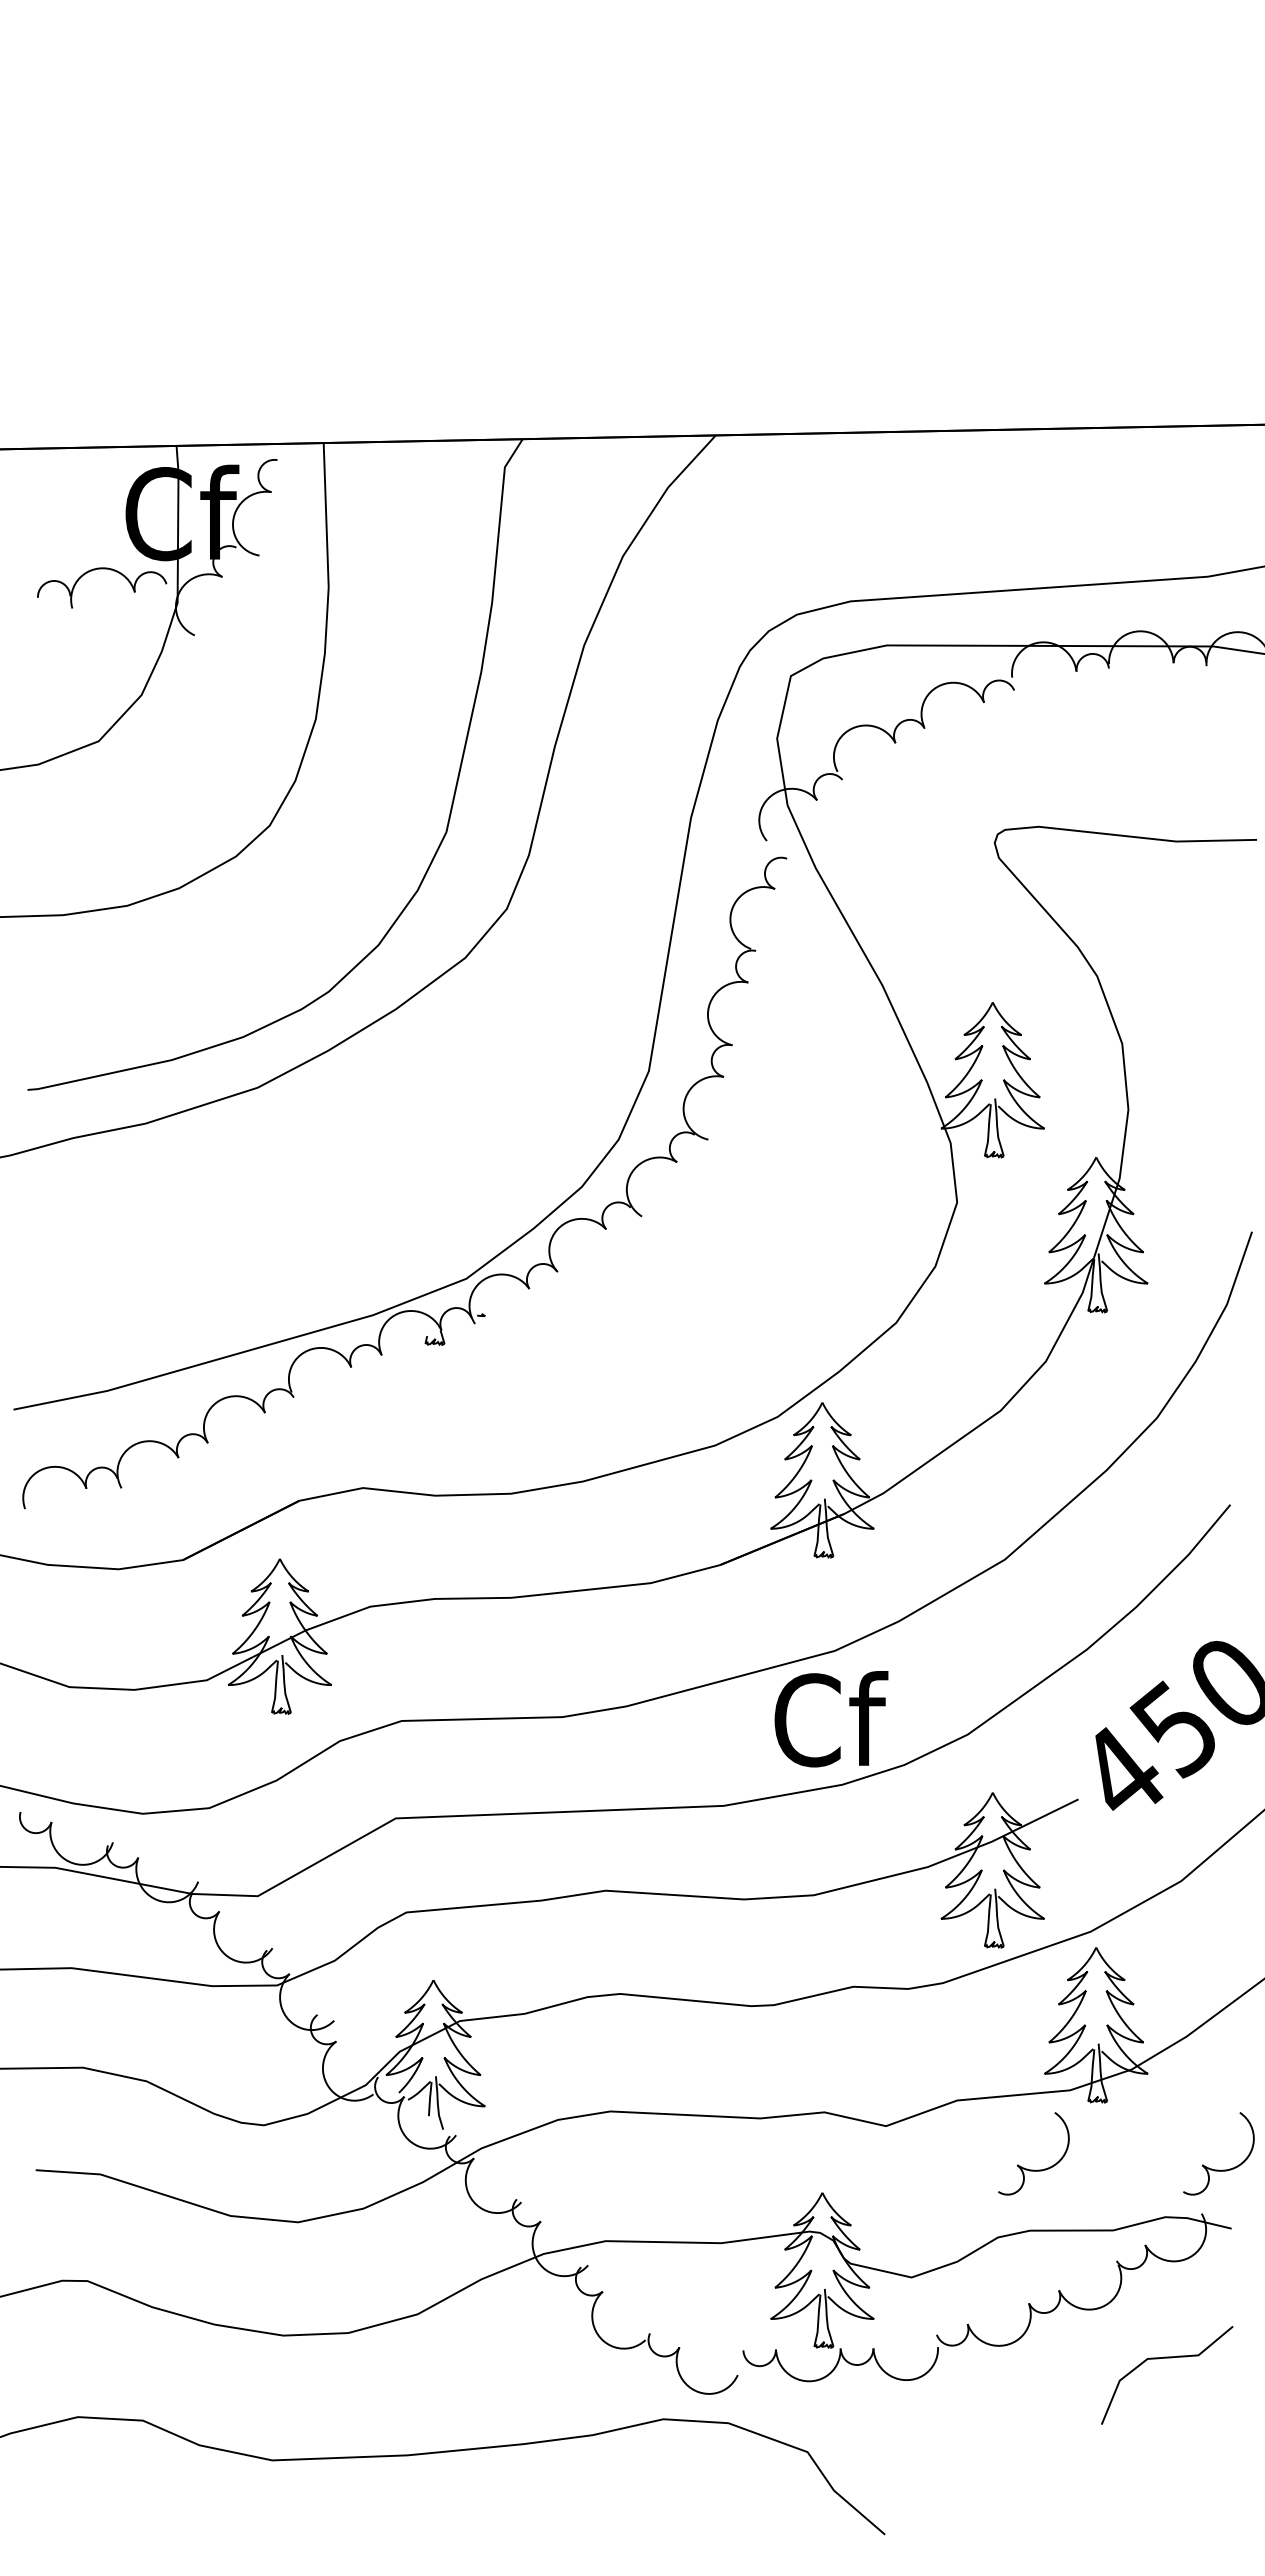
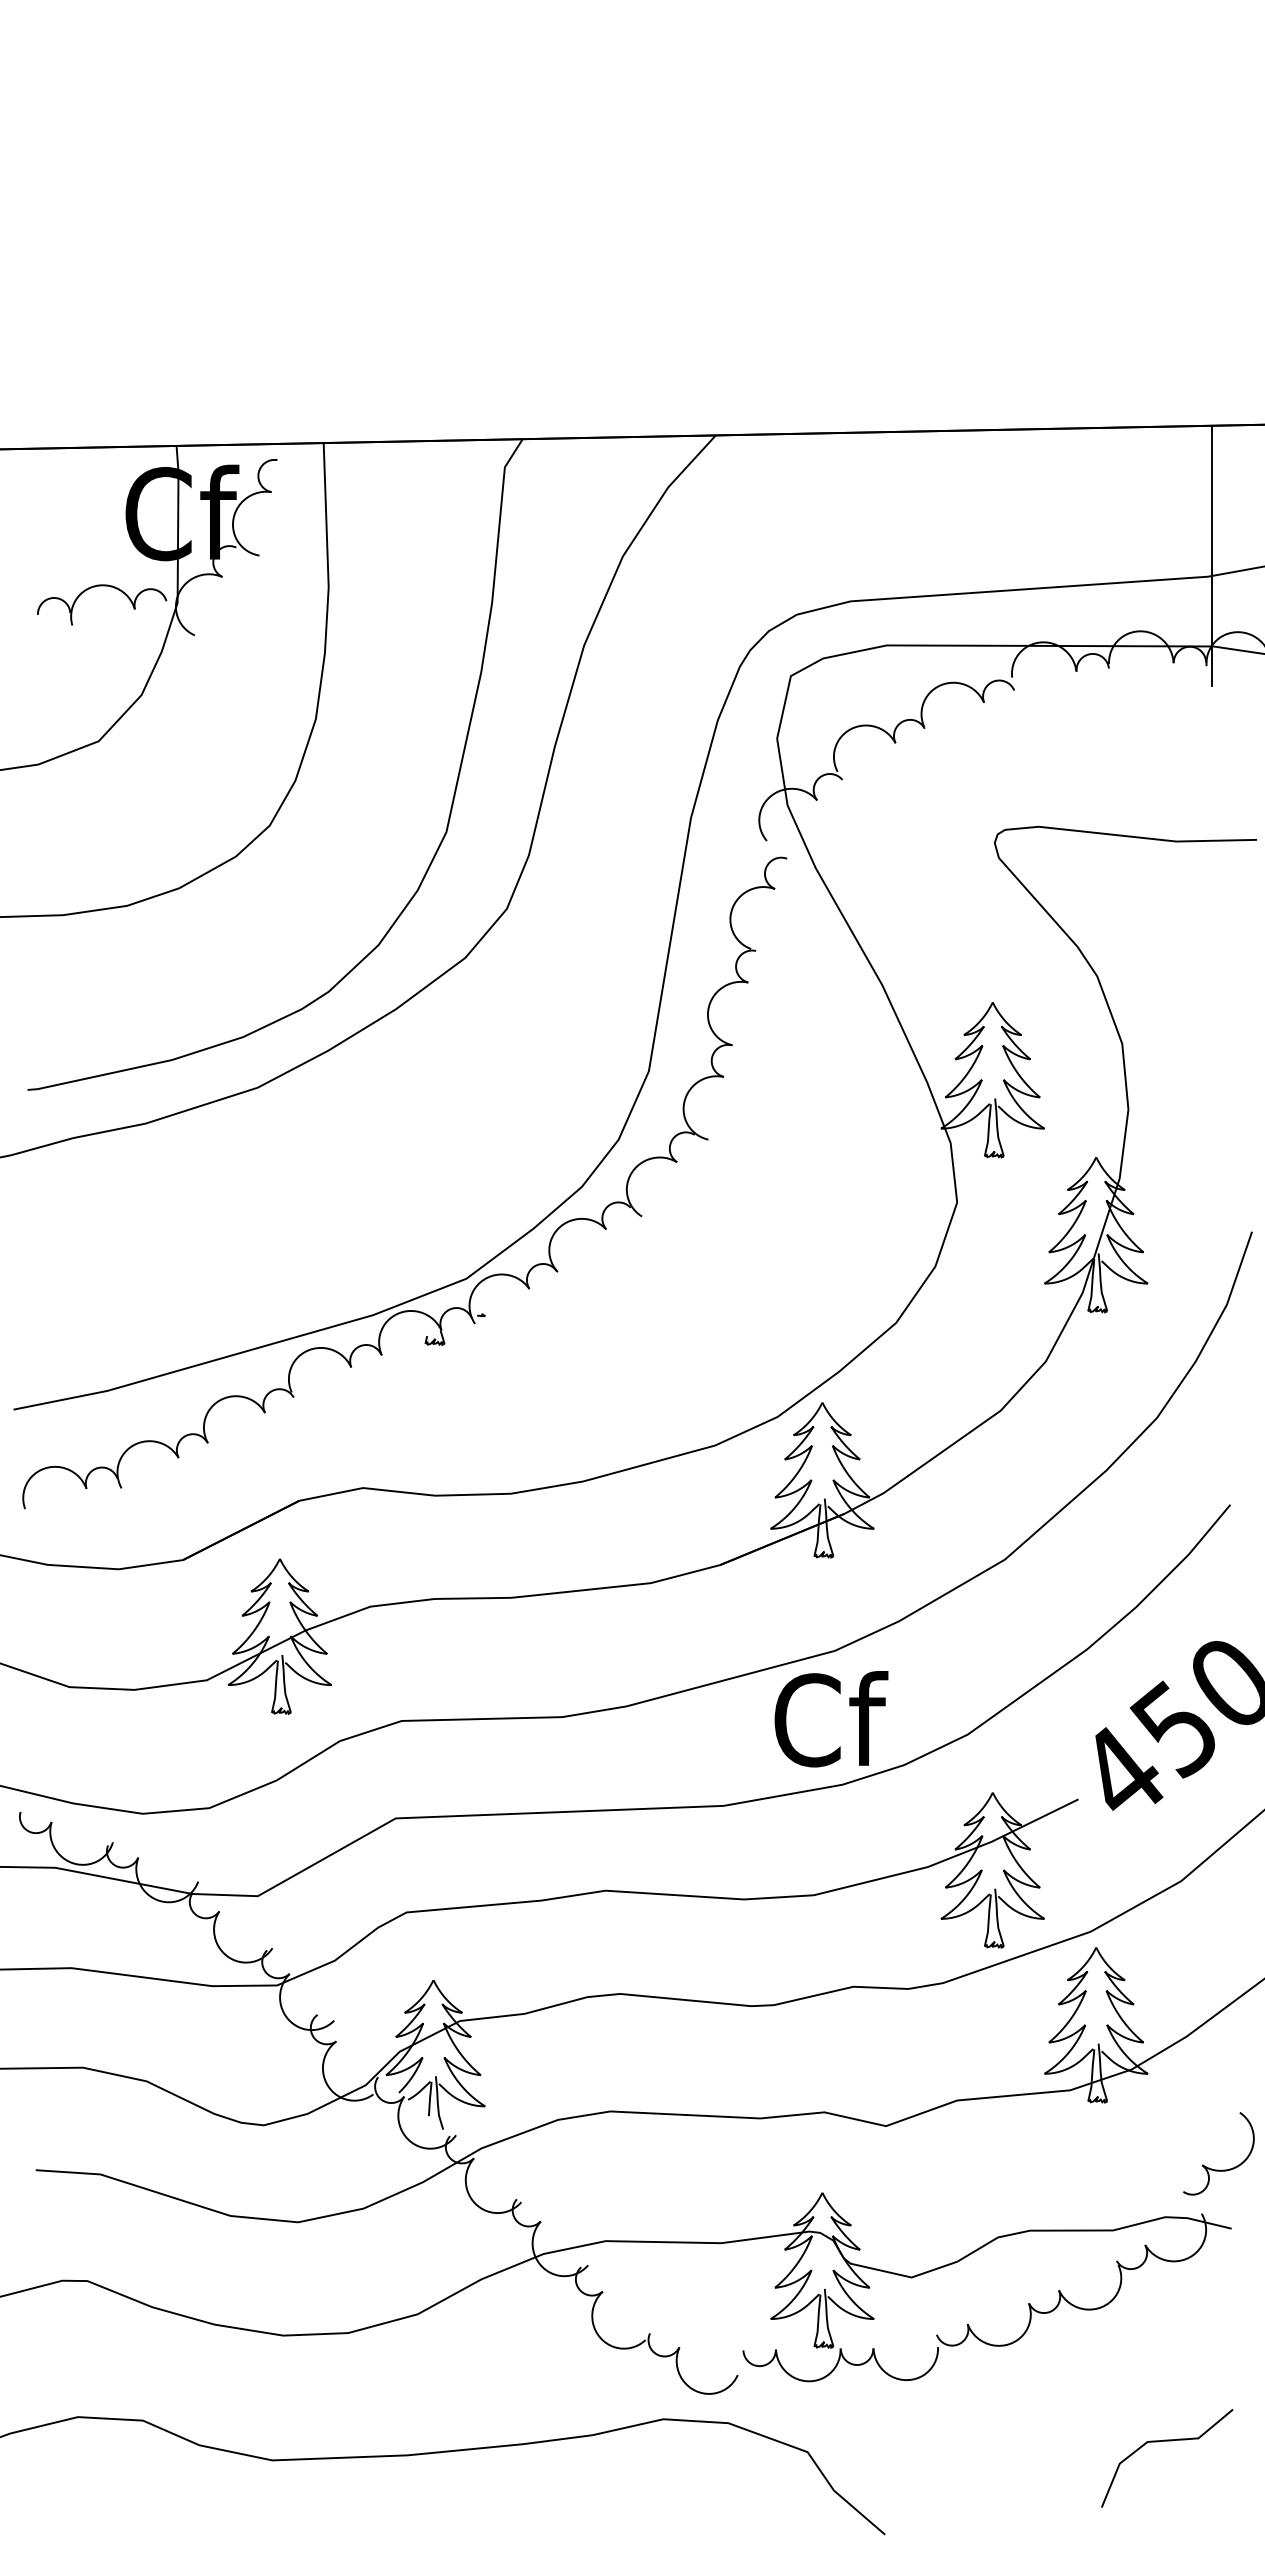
line at (1212, 555): none -> present
part at (102, 569) position: (102, 569) -> (102, 586)
part at (1033, 2169): present -> none
line at (1167, 2358) position: (1167, 2358) -> (1167, 2441)
